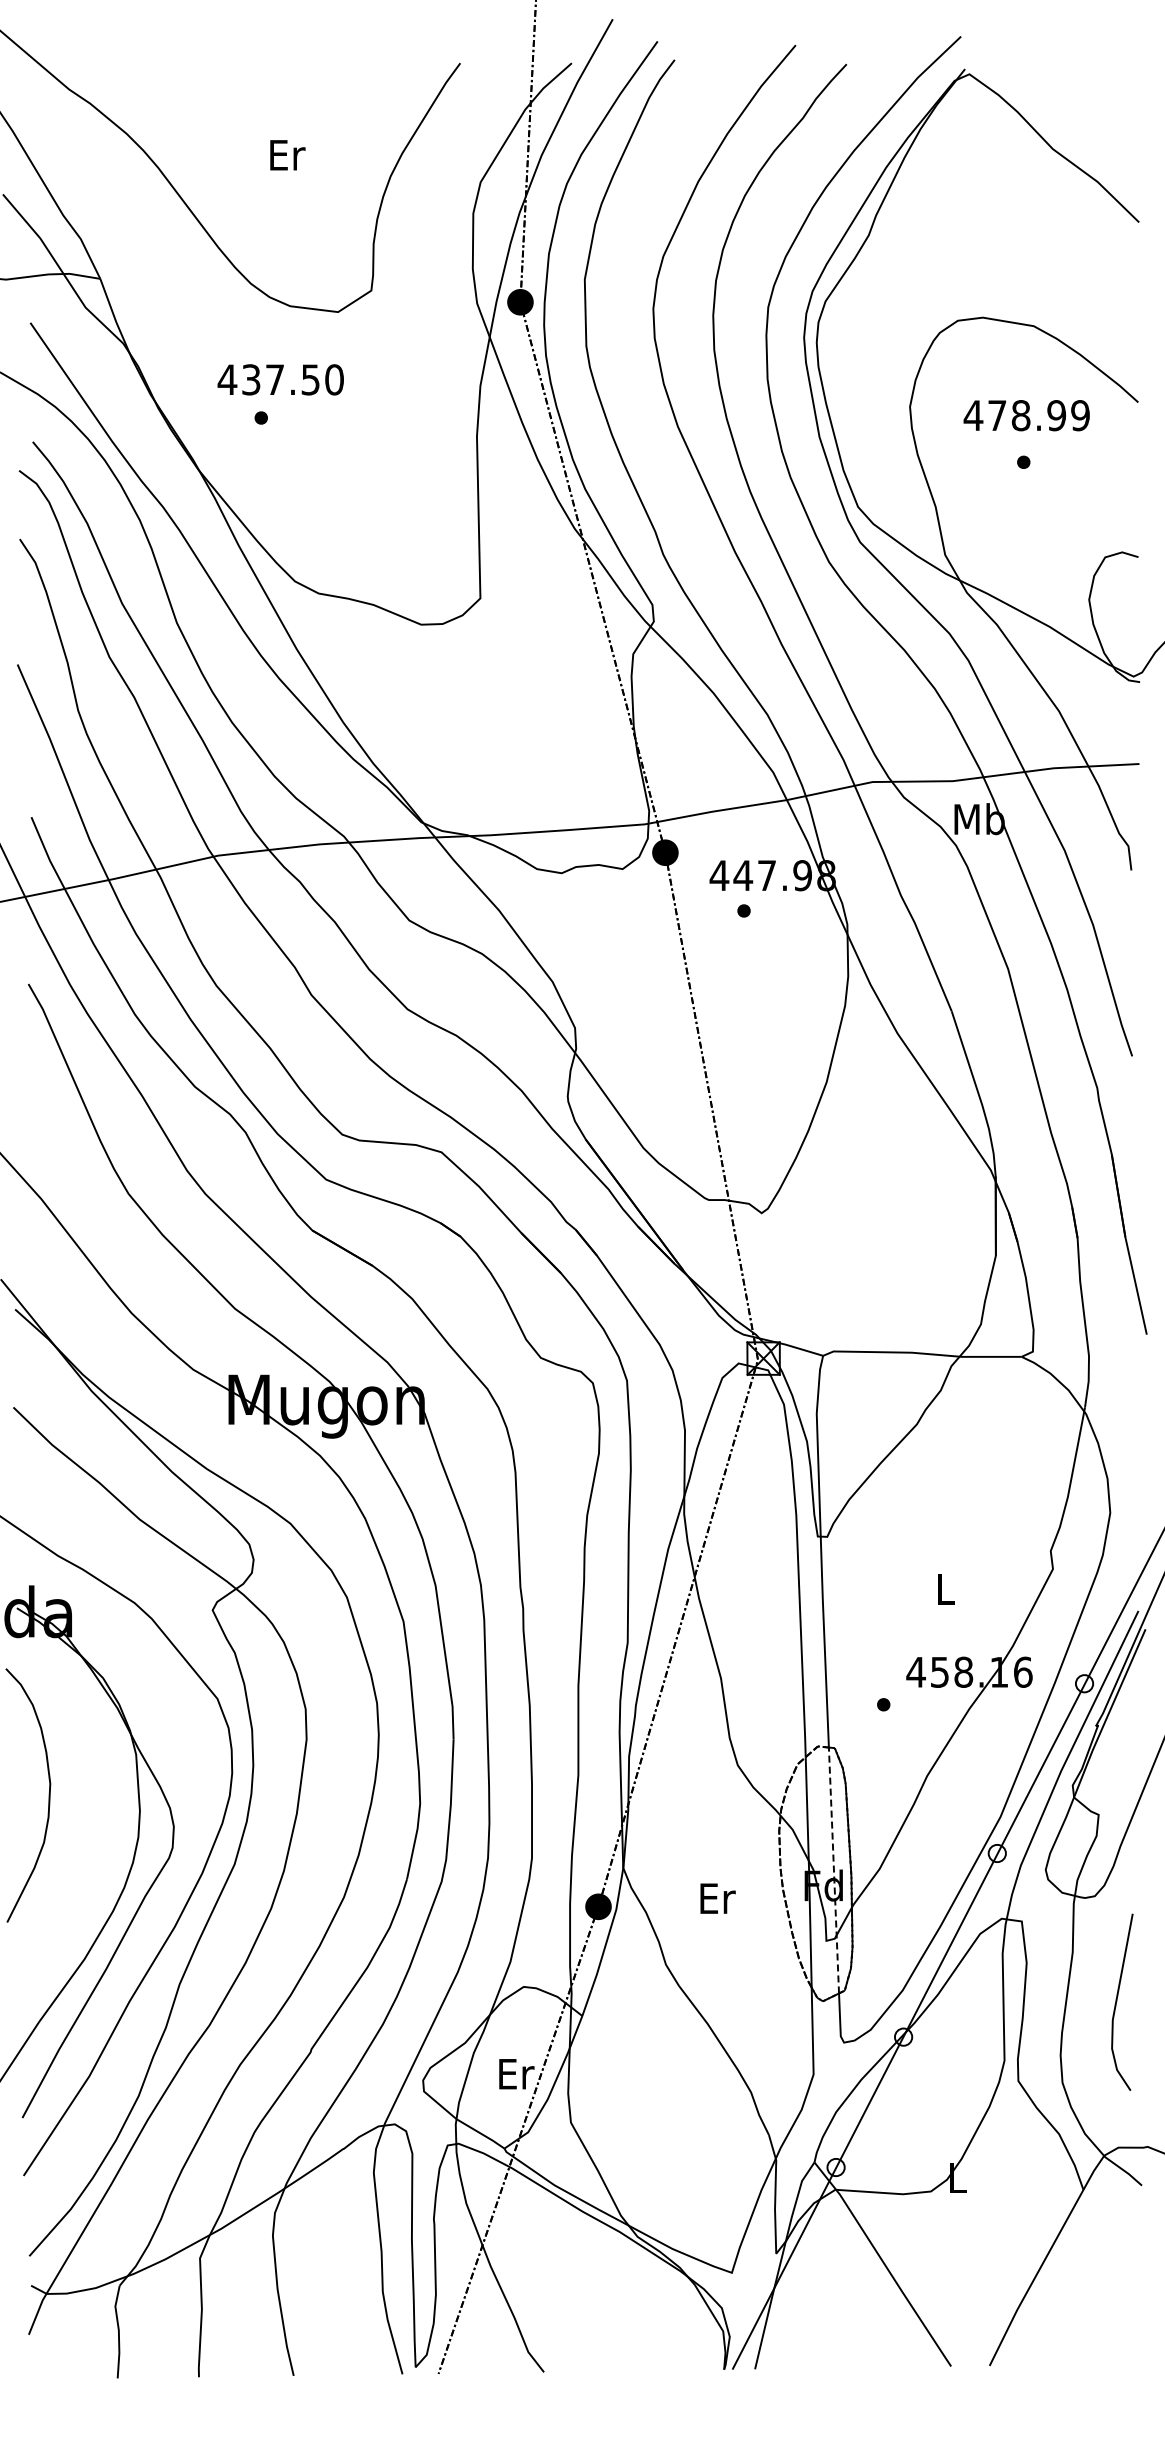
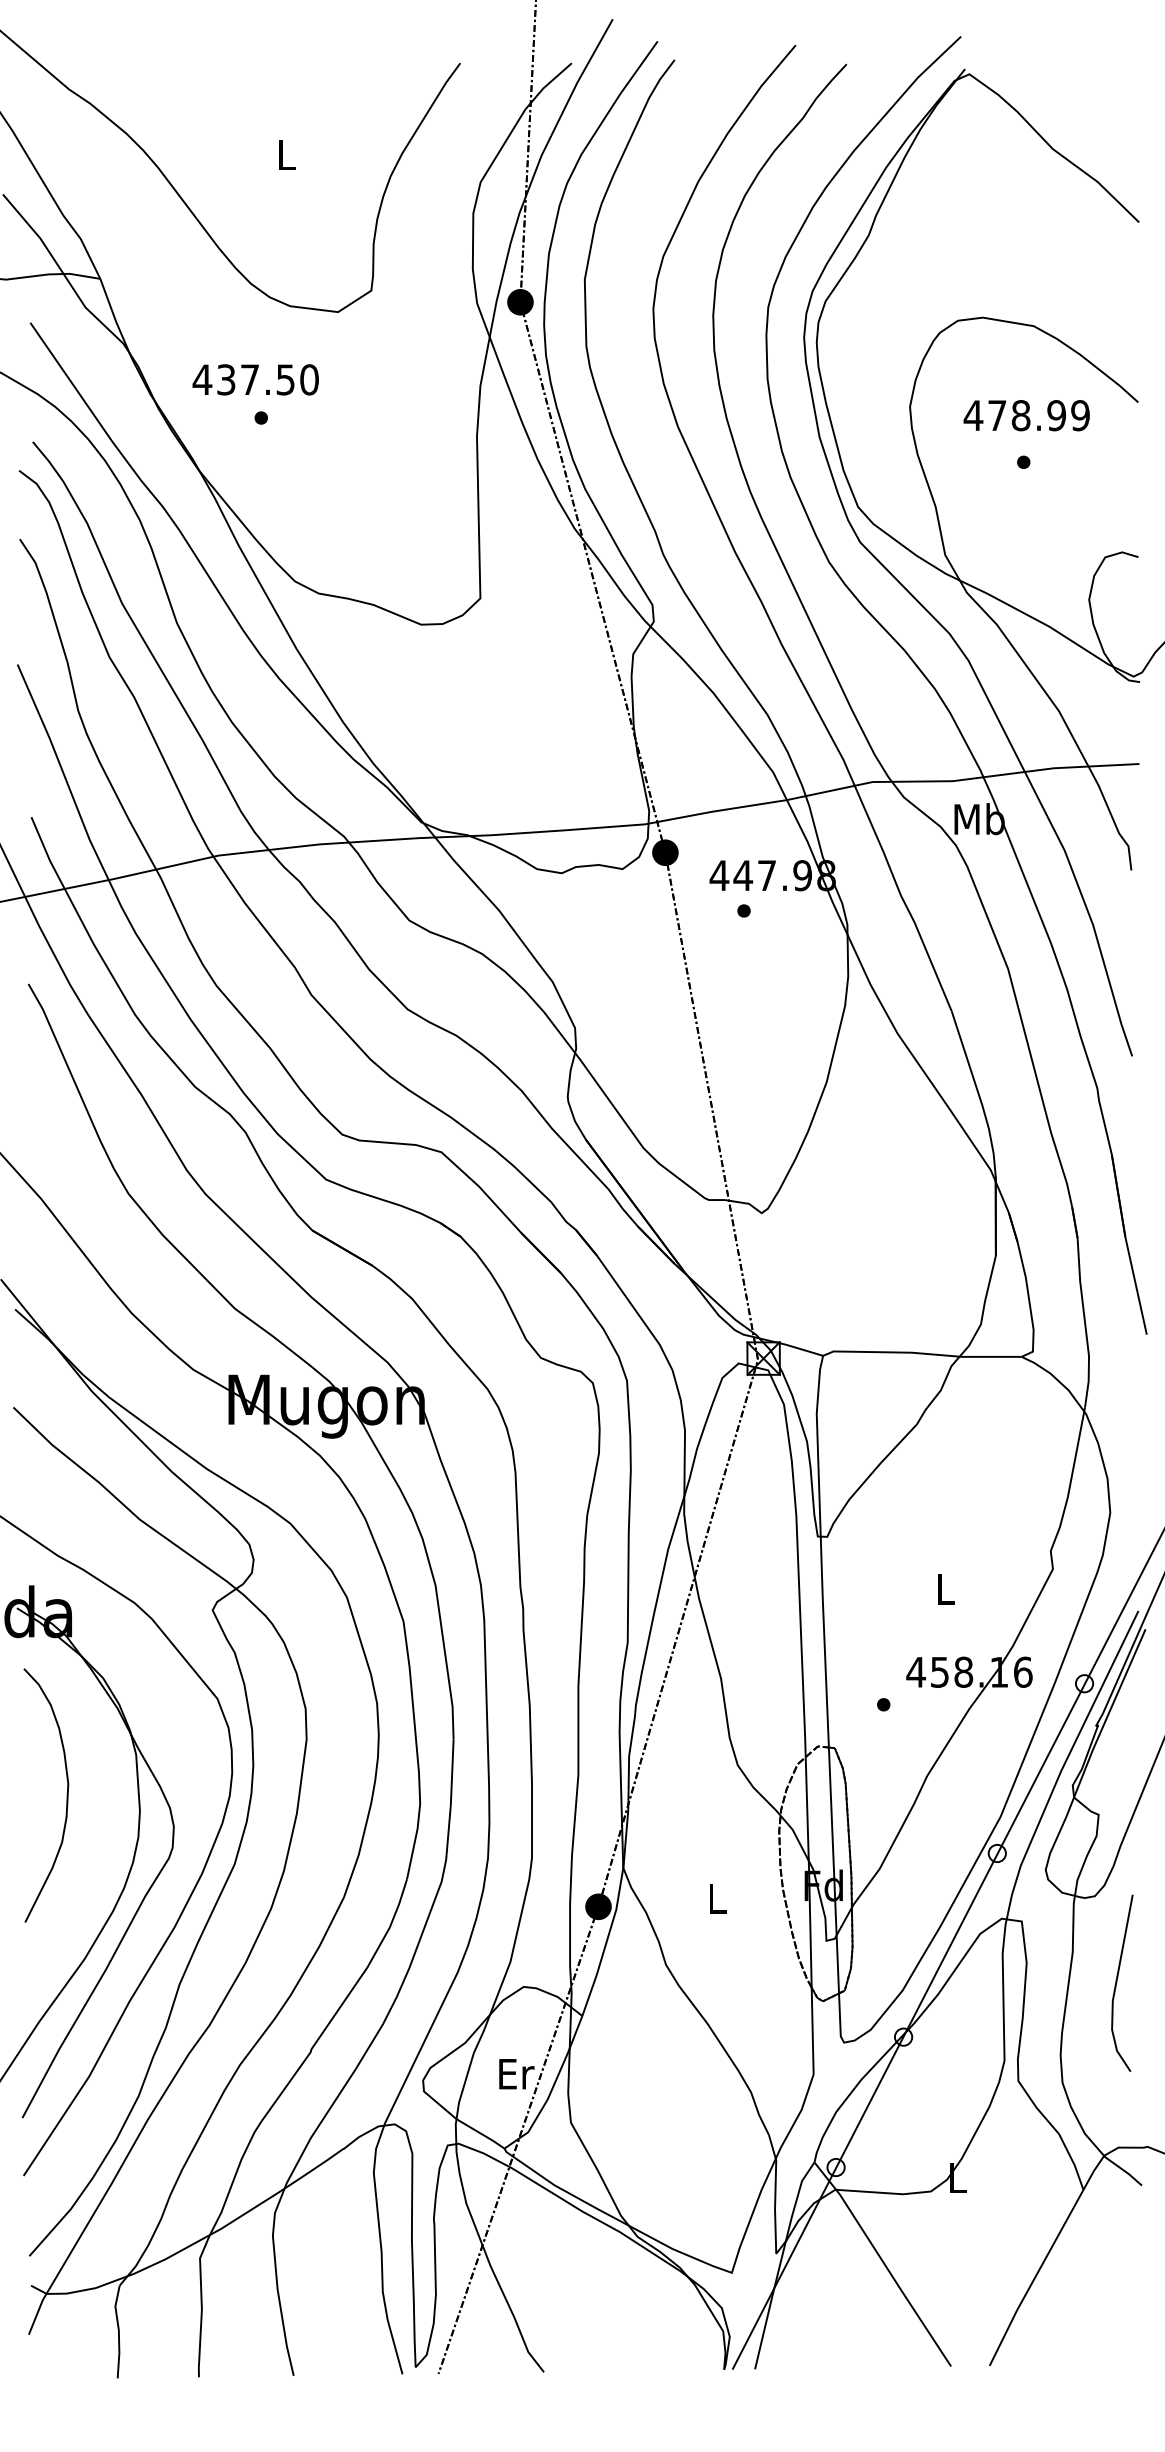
text at (287, 155): Er -> L
text at (280, 379) position: (280, 379) -> (255, 379)
curve at (48, 1795) position: (48, 1795) -> (66, 1795)
line at (833, 1870): dashed -> solid
text at (717, 1898): Er -> L
line at (1117, 2001) position: (1117, 2001) -> (1117, 1982)
